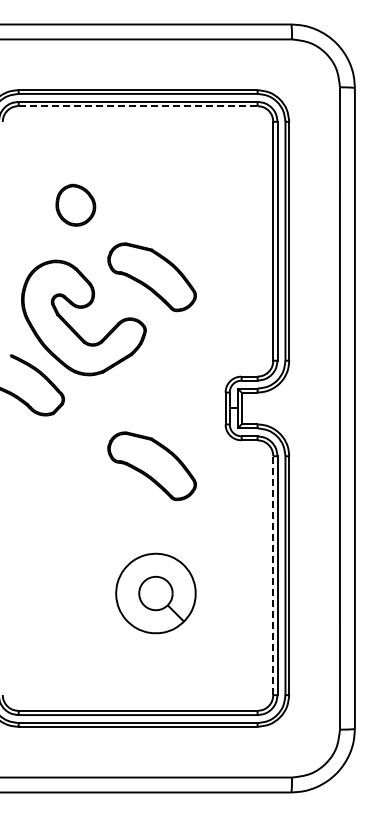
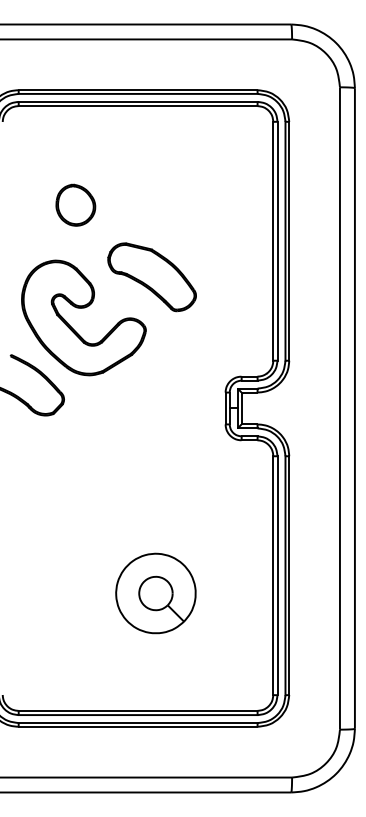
line at (137, 106): dashed -> solid
part at (151, 466): present -> none
line at (273, 575): dashed -> solid
